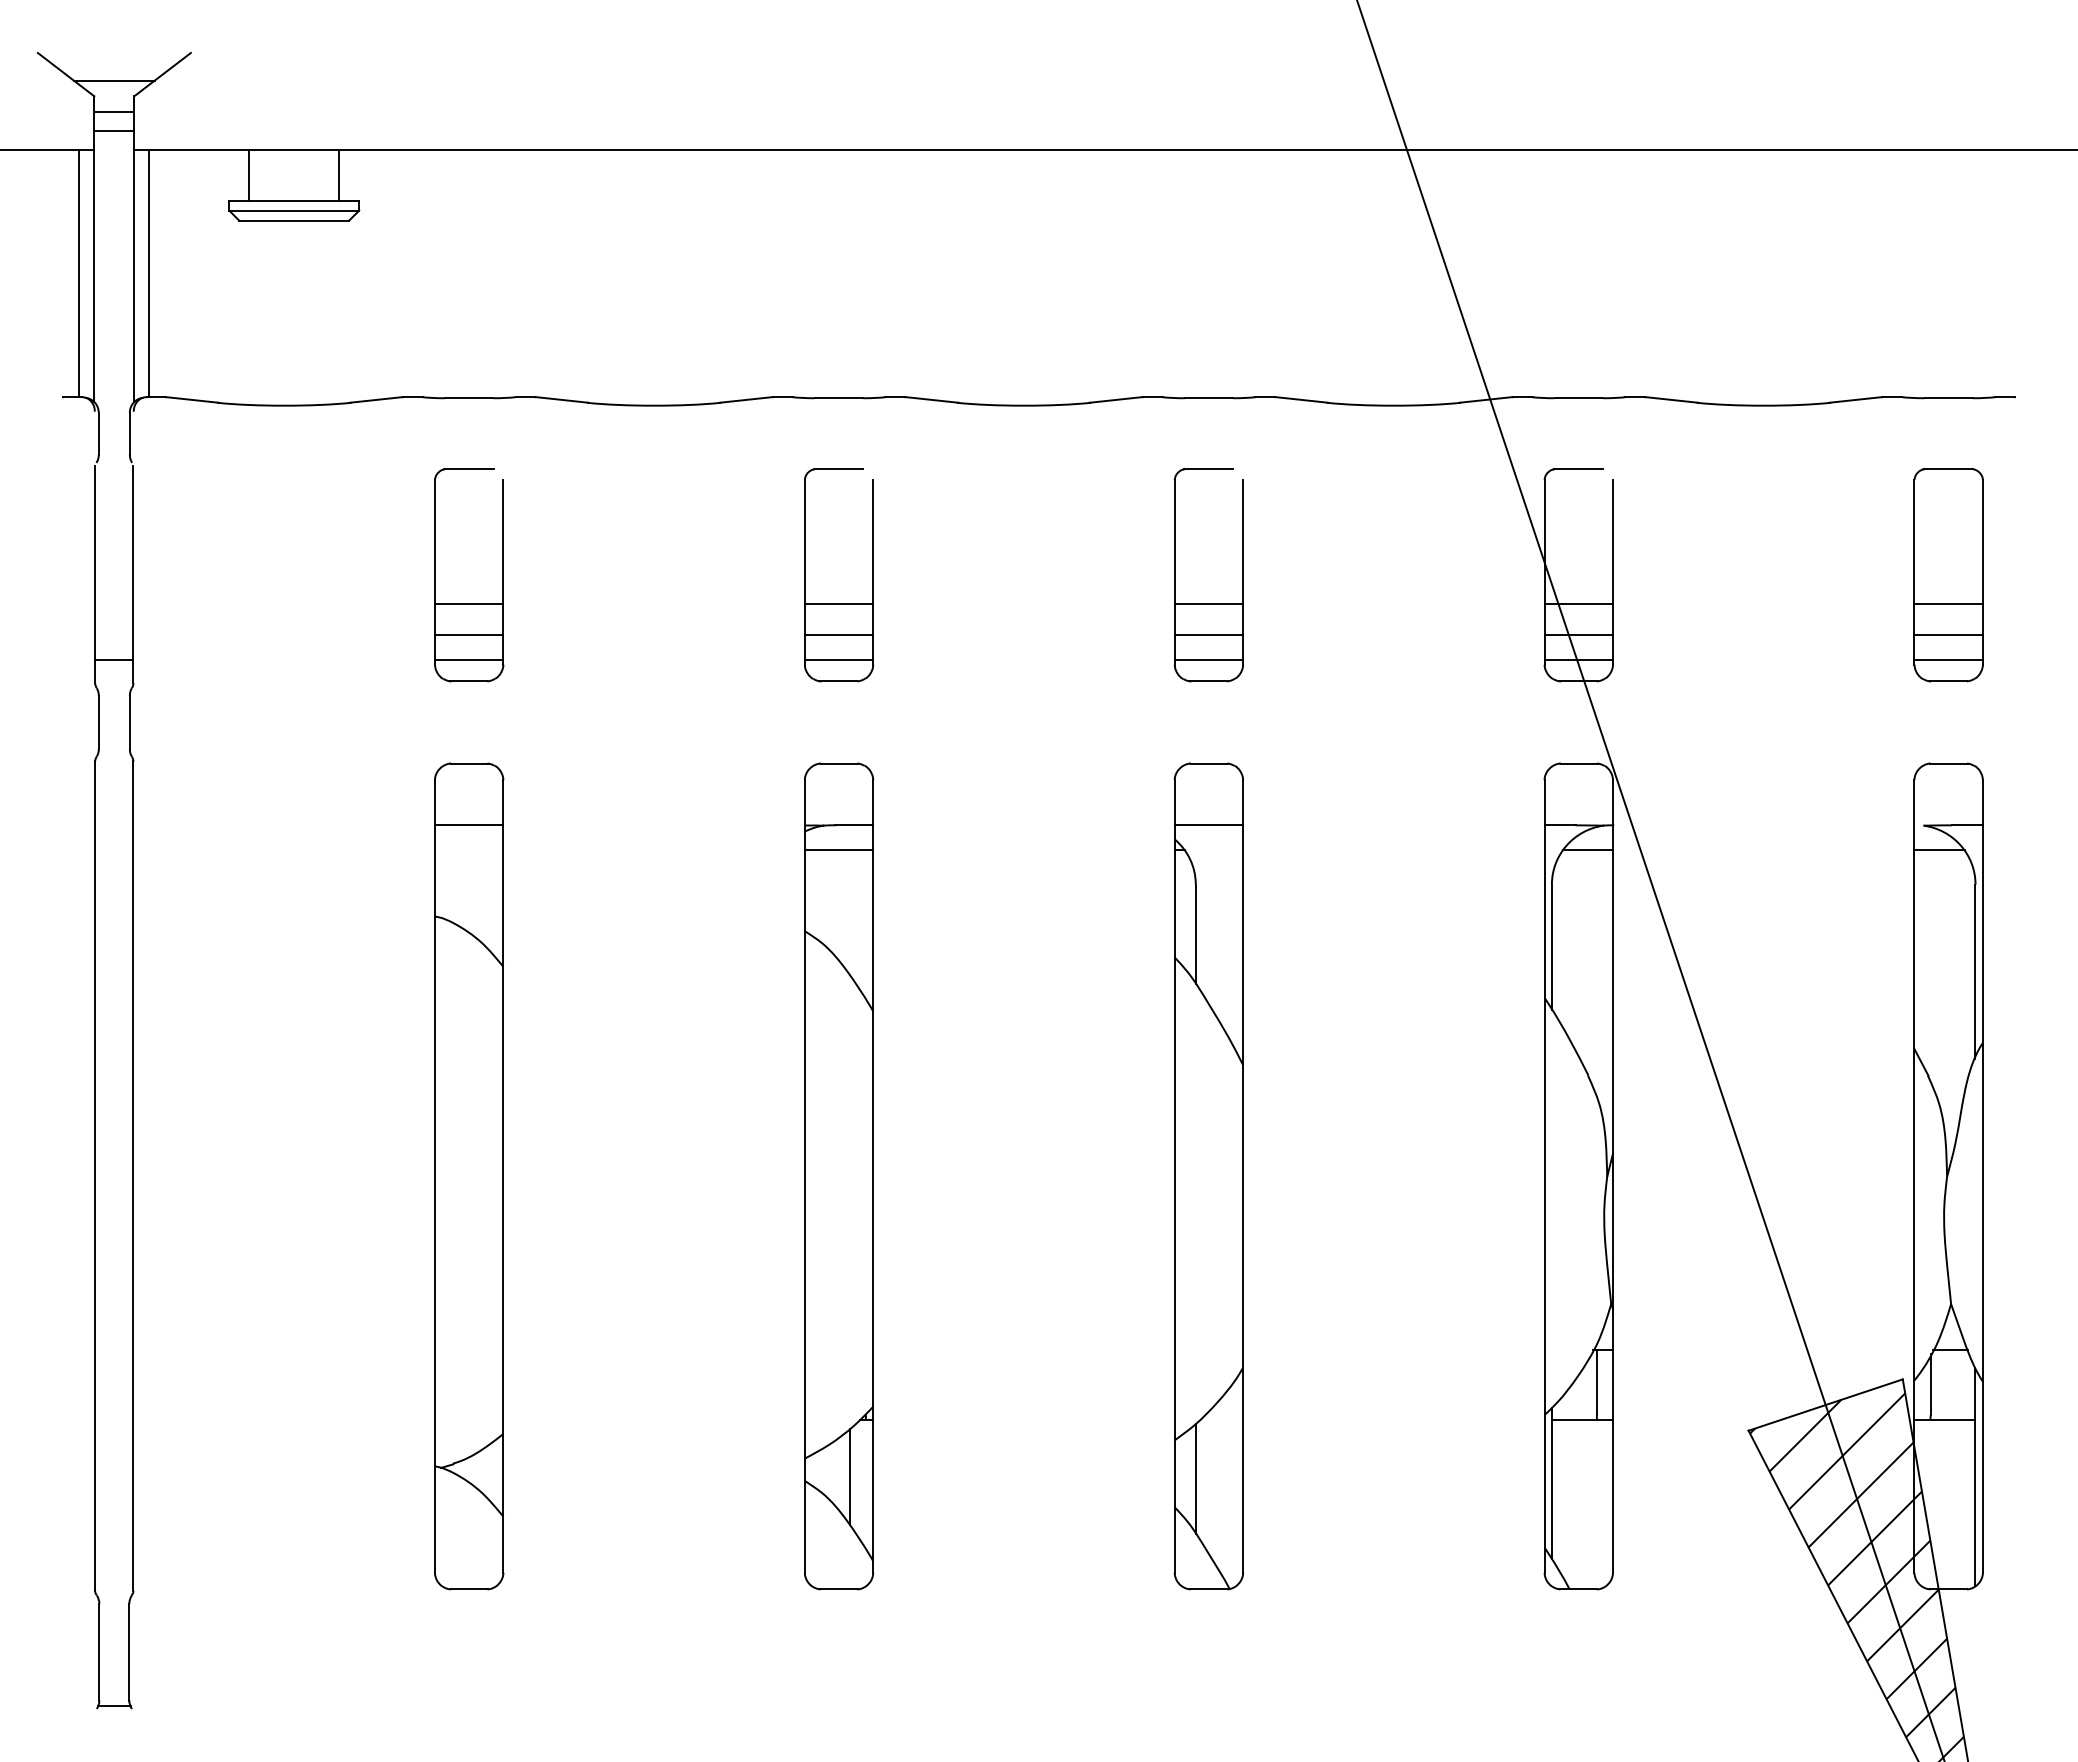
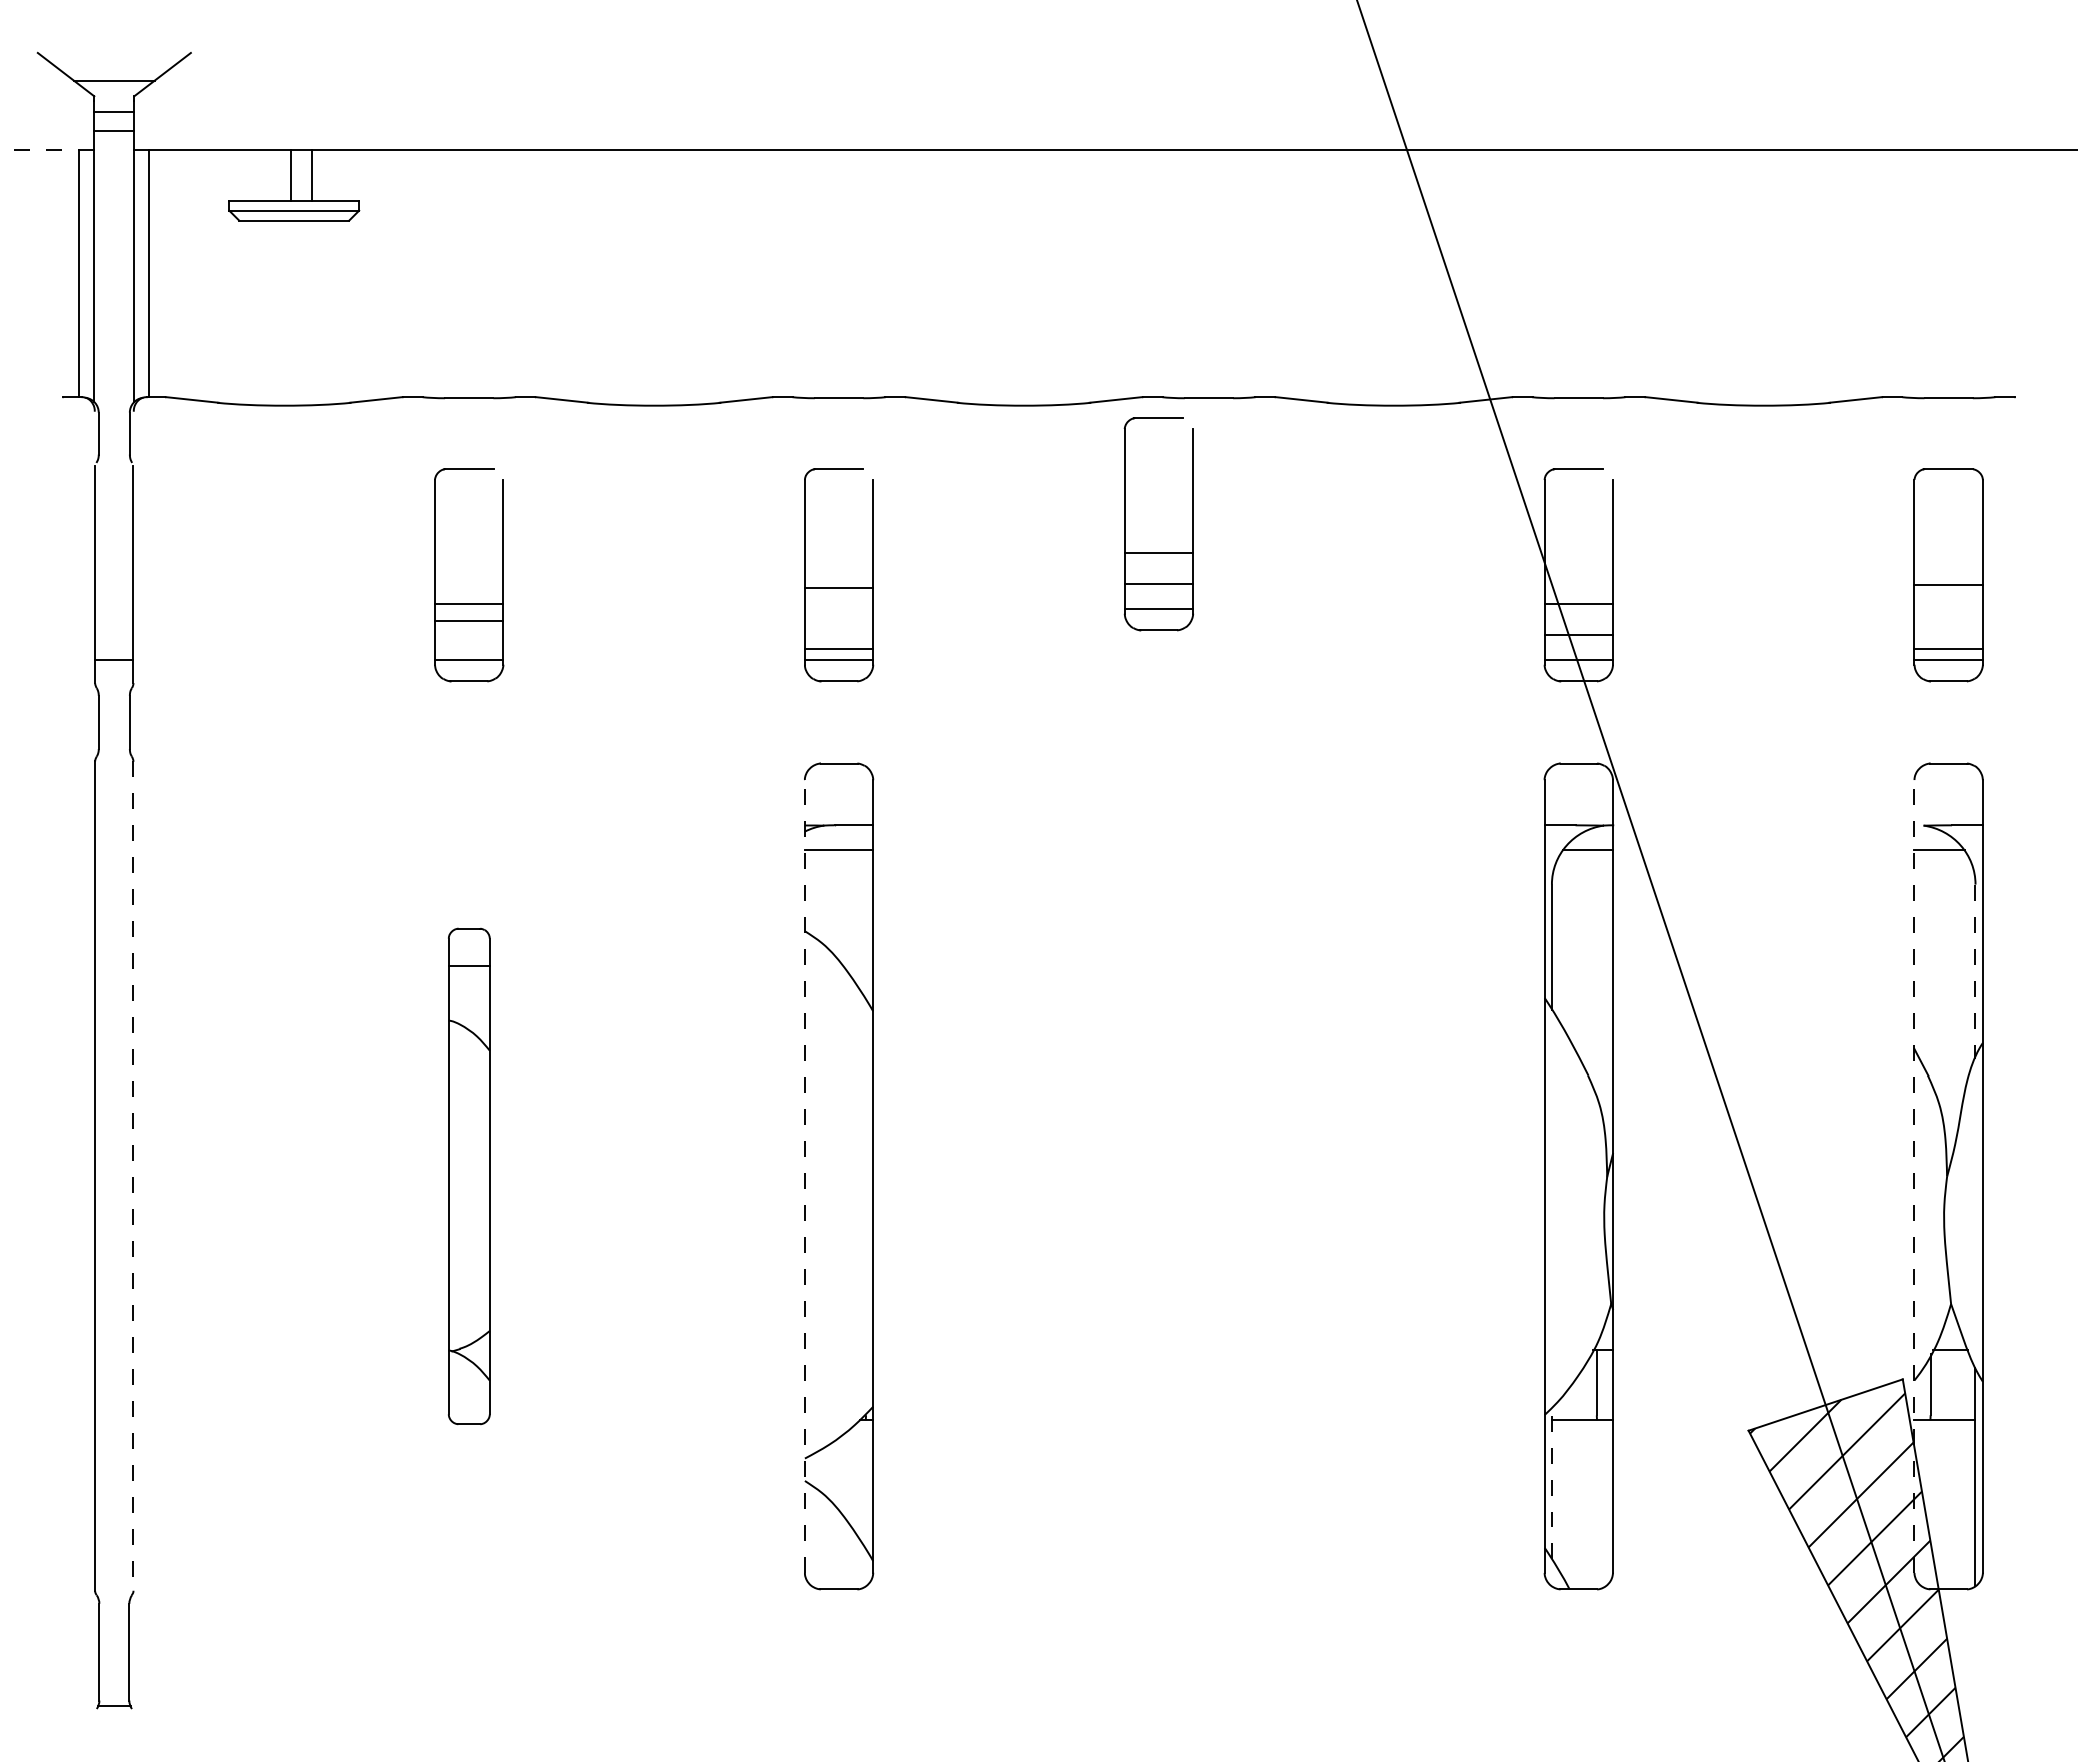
line at (47, 149): solid -> dashed
line at (249, 174) position: (249, 174) -> (291, 174)
line at (339, 174) position: (339, 174) -> (312, 174)
line at (838, 603) position: (838, 603) -> (838, 587)
part at (1208, 603) position: (1208, 603) -> (1158, 552)
line at (1948, 603) position: (1948, 603) -> (1948, 584)
line at (468, 634) position: (468, 634) -> (468, 620)
line at (838, 634) position: (838, 634) -> (838, 648)
line at (1948, 634) position: (1948, 634) -> (1948, 648)
line at (1975, 972): solid -> dashed
line at (133, 1176): solid -> dashed
part at (469, 1176) size: 71x829 px -> 43x498 px
line at (804, 1176): solid -> dashed
part at (1208, 1176): present -> none
line at (1914, 1176): solid -> dashed
line at (849, 1476): present -> none
line at (1552, 1483): solid -> dashed
